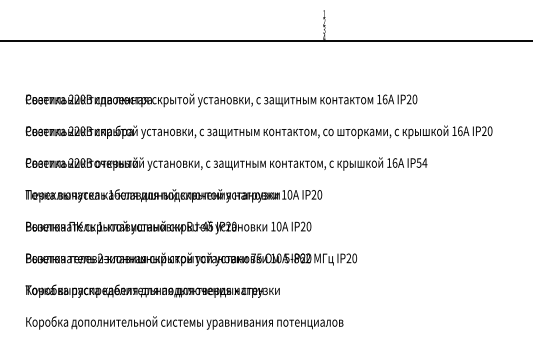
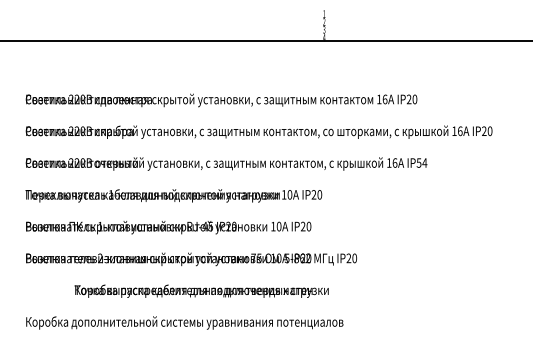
text at (152, 290) position: (152, 290) -> (201, 290)
